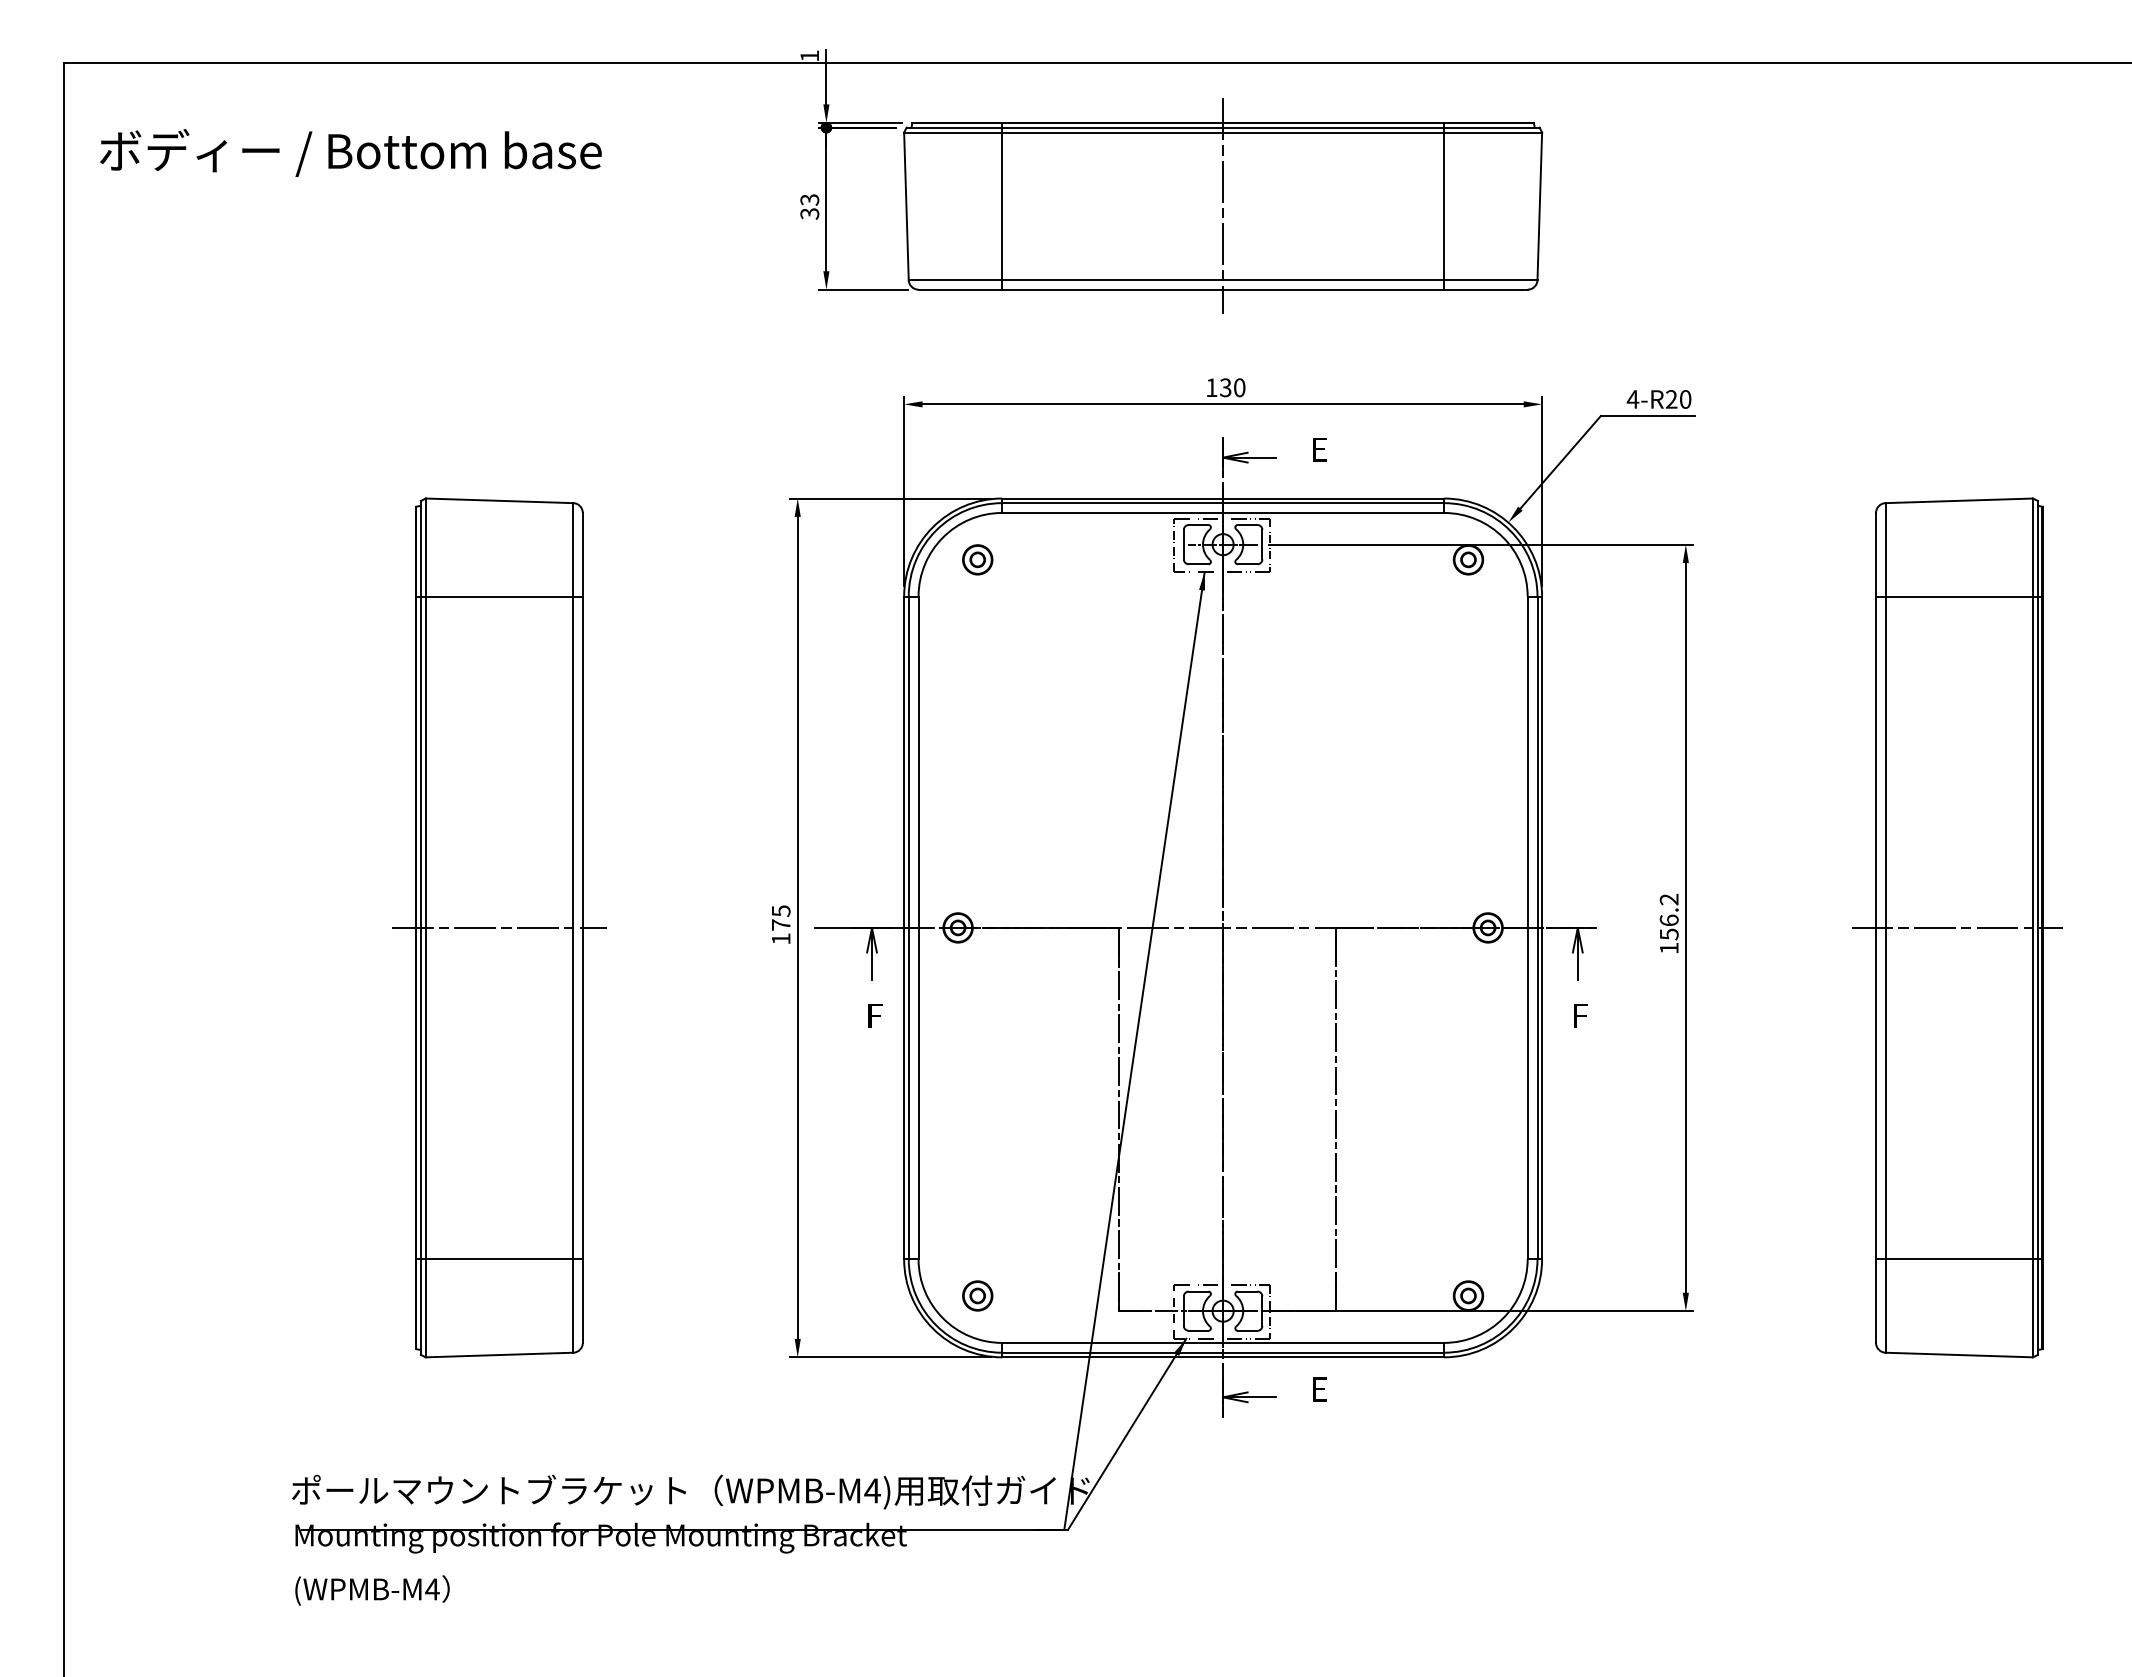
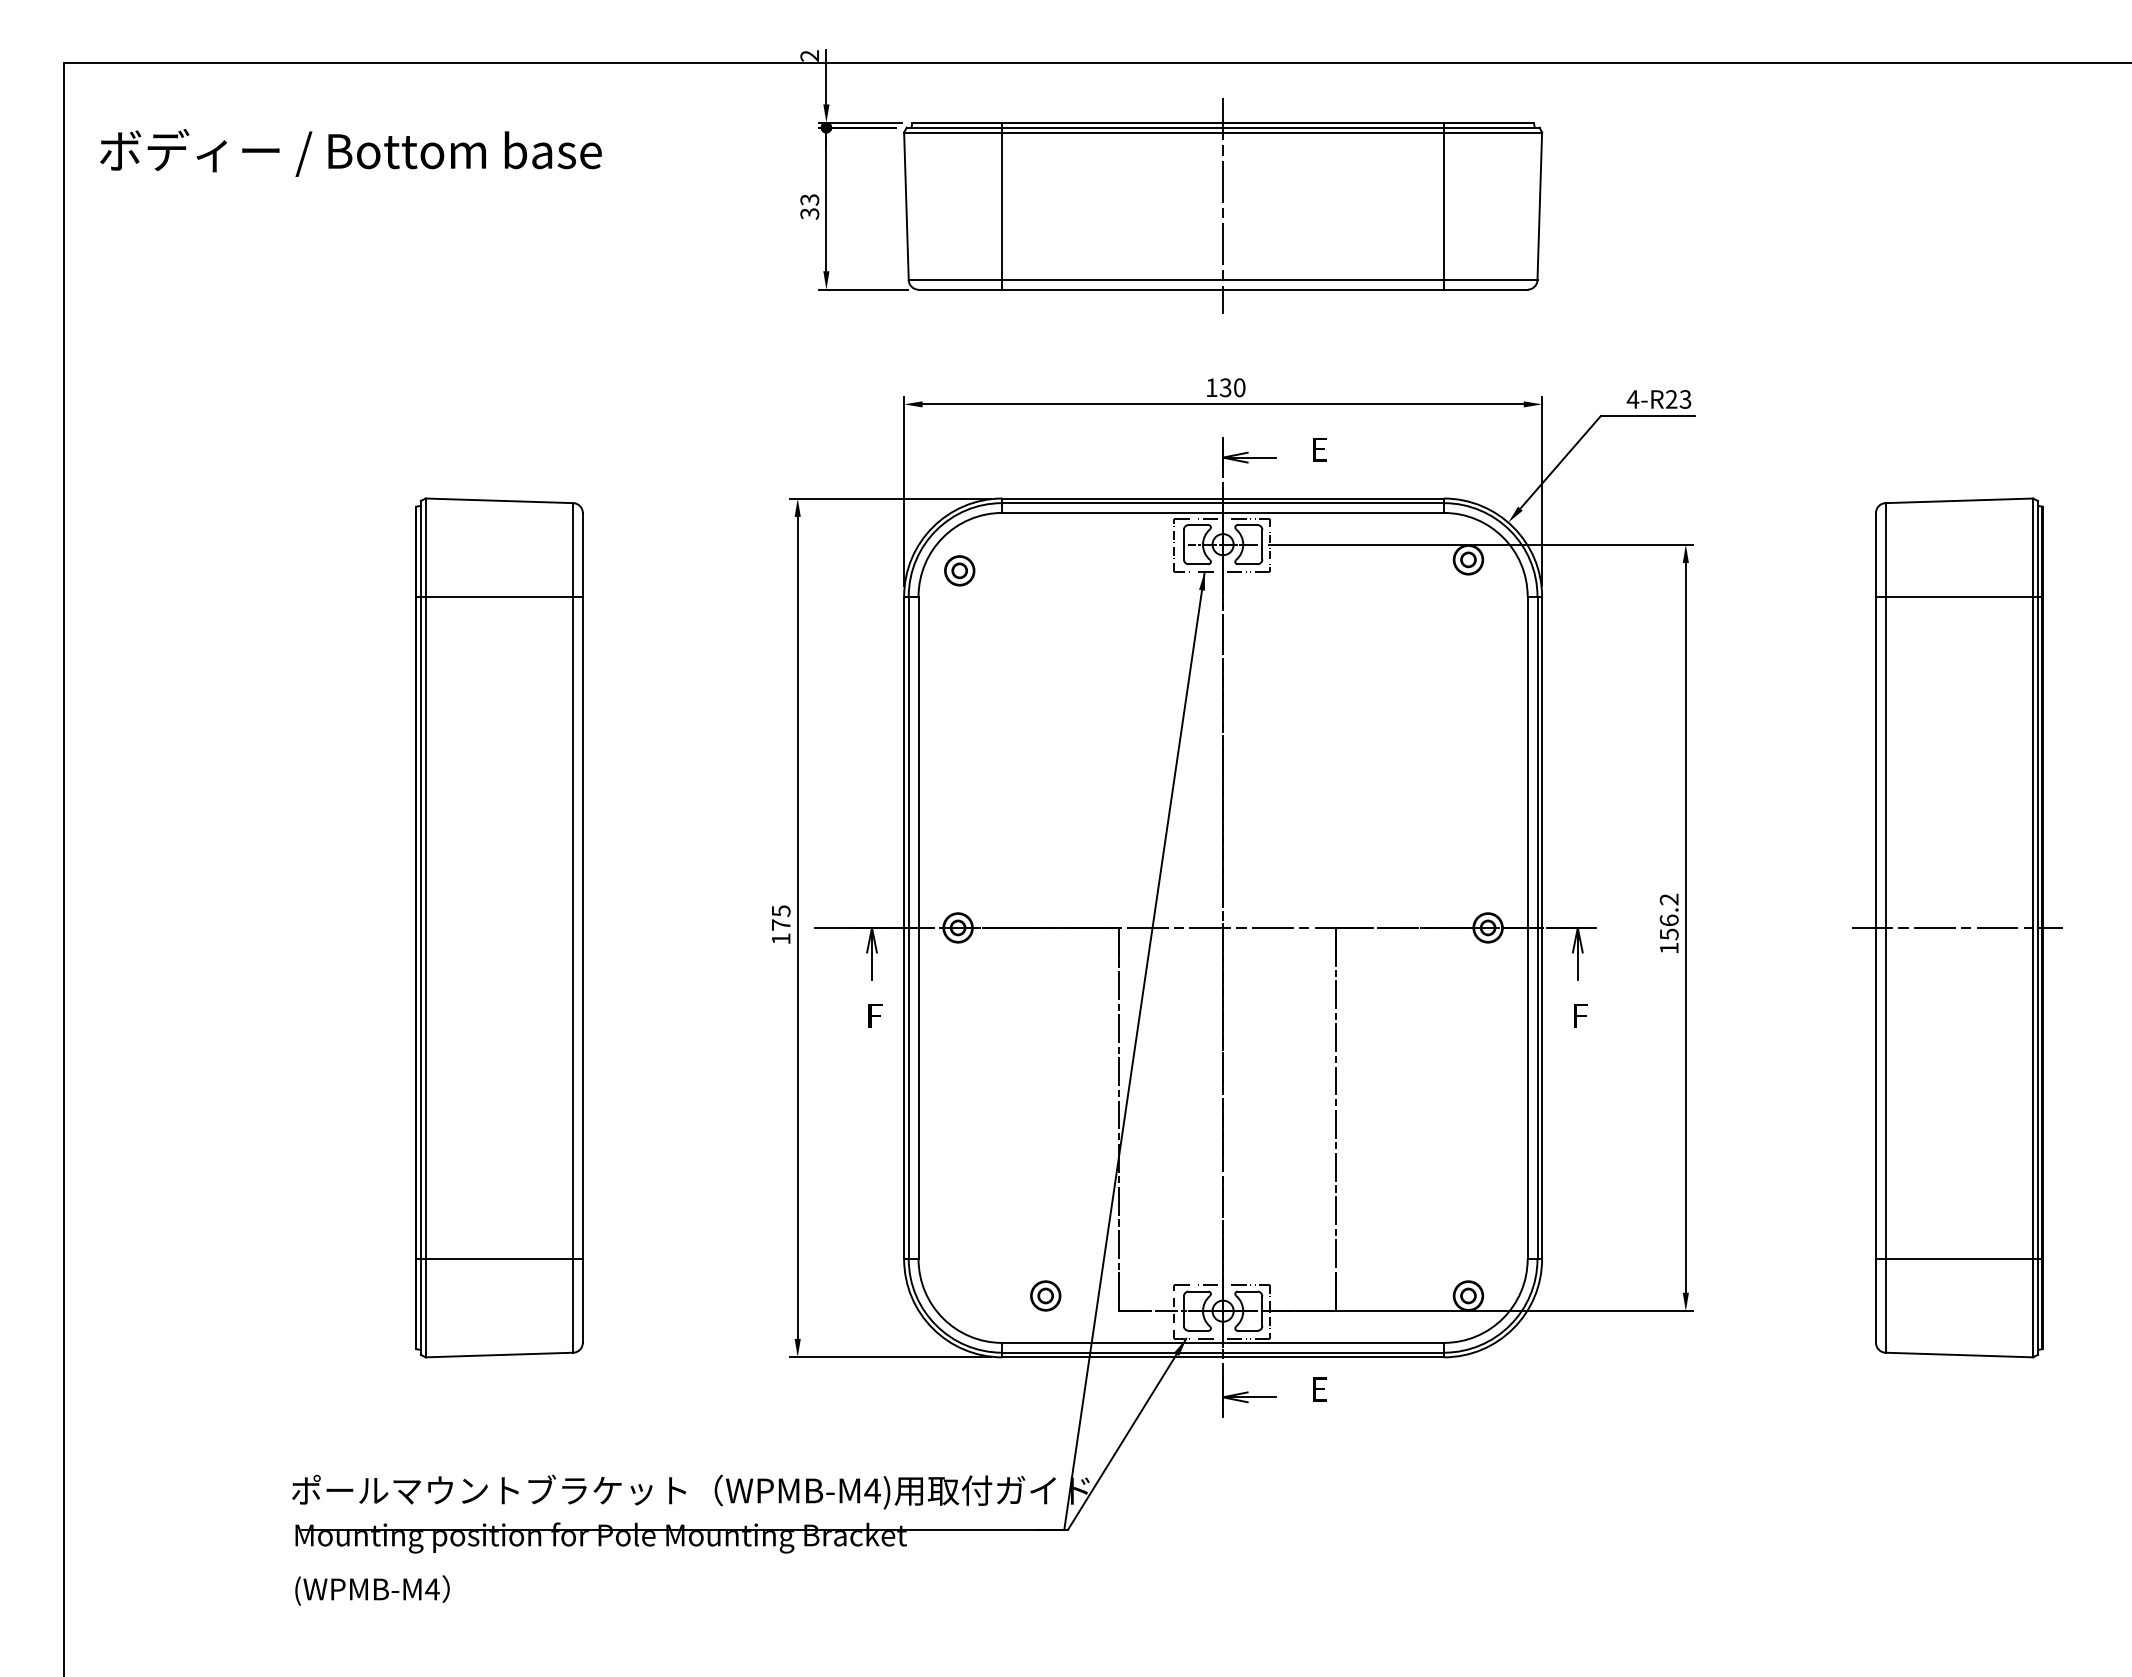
text at (809, 55): 1 -> 2
text at (1685, 399): 4-R20 -> 4-R23
part at (977, 559) position: (977, 559) -> (959, 570)
line at (499, 927): present -> none
part at (977, 1295) position: (977, 1295) -> (1045, 1295)
